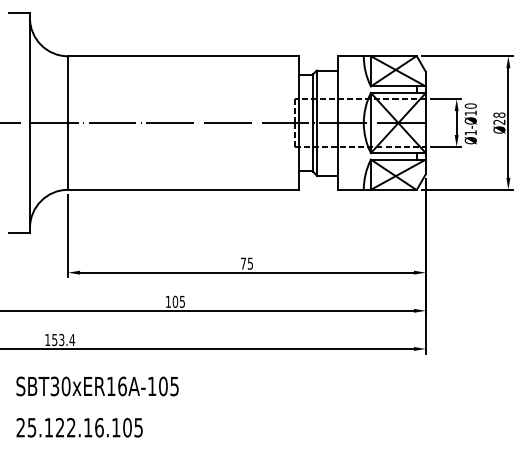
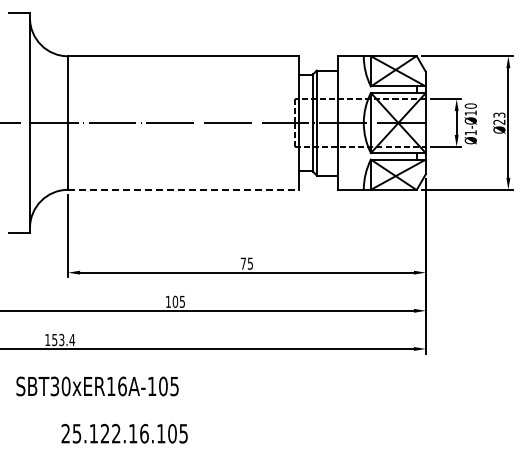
text at (499, 114): 28 -> 23
line at (184, 189): solid -> dashed
text at (79, 427) position: (79, 427) -> (124, 433)
